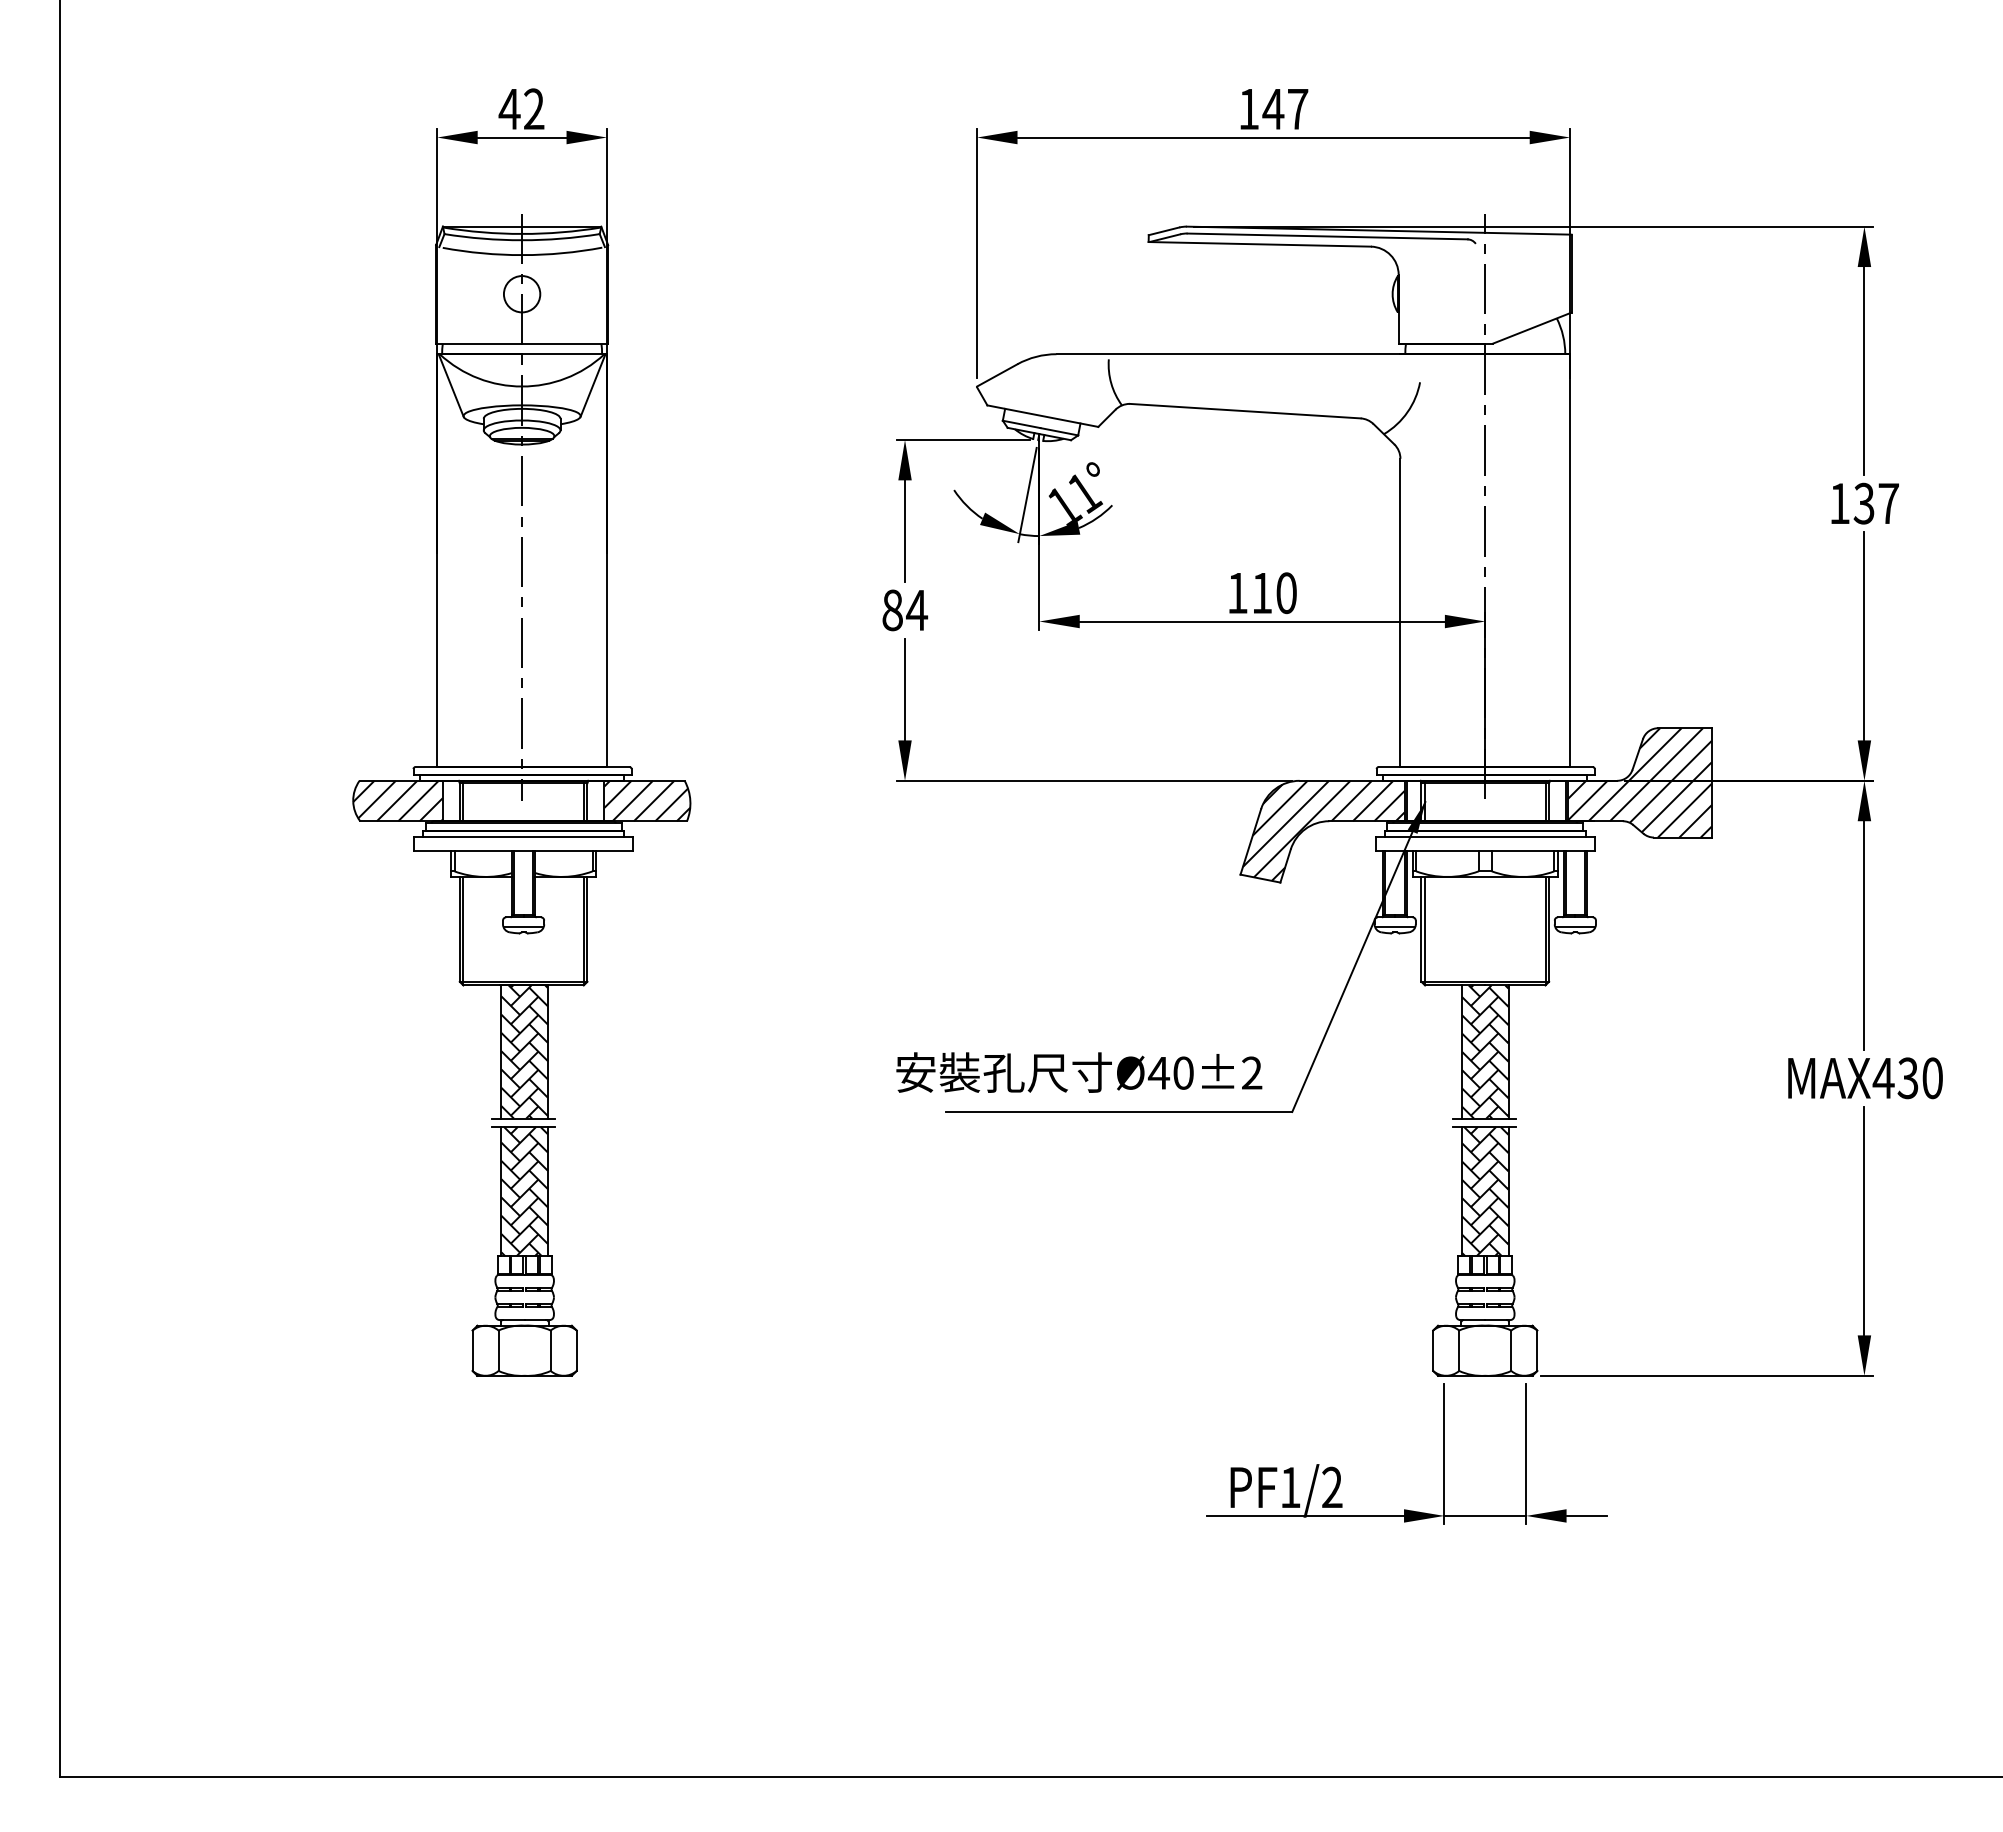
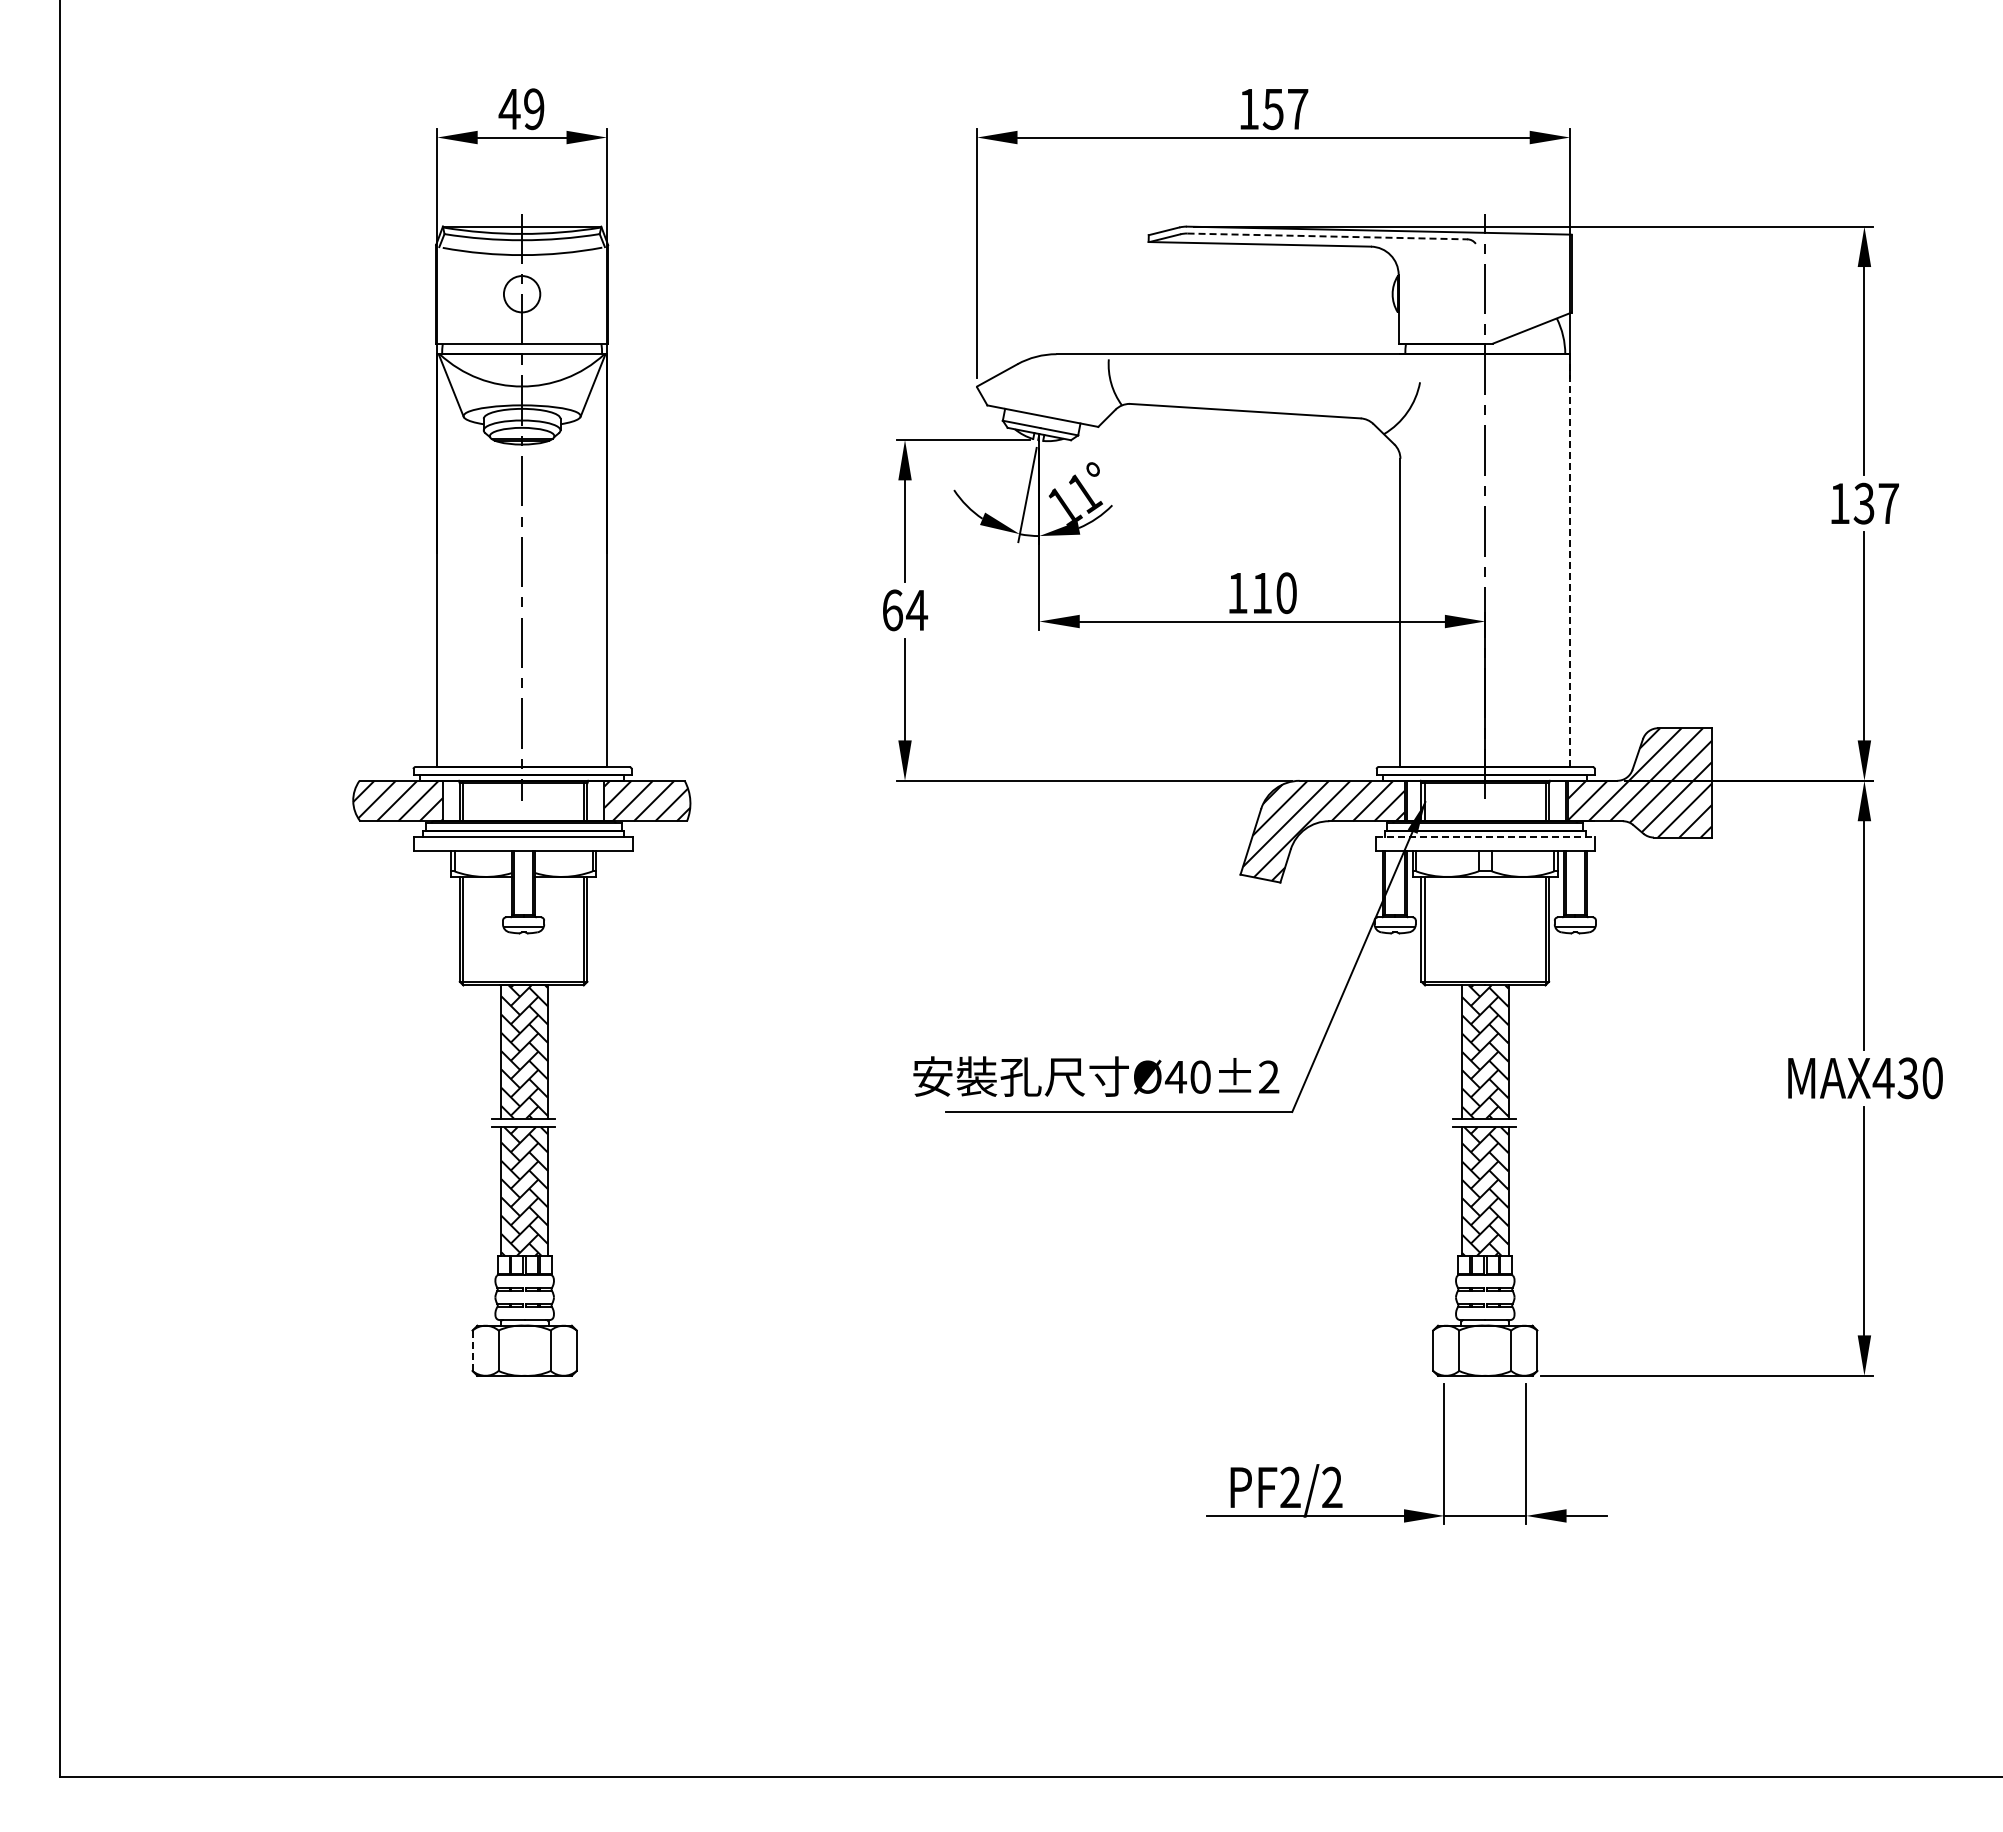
text at (534, 109): 42 -> 49
text at (1273, 109): 147 -> 157
line at (1328, 236): solid -> dashed
line at (1570, 560): solid -> dashed
text at (892, 610): 84 -> 64
line at (1485, 836): solid -> dashed
text at (1079, 1072) position: (1079, 1072) -> (1096, 1076)
line at (472, 1351): solid -> dashed
text at (1290, 1486): PF1/2 -> PF2/2
